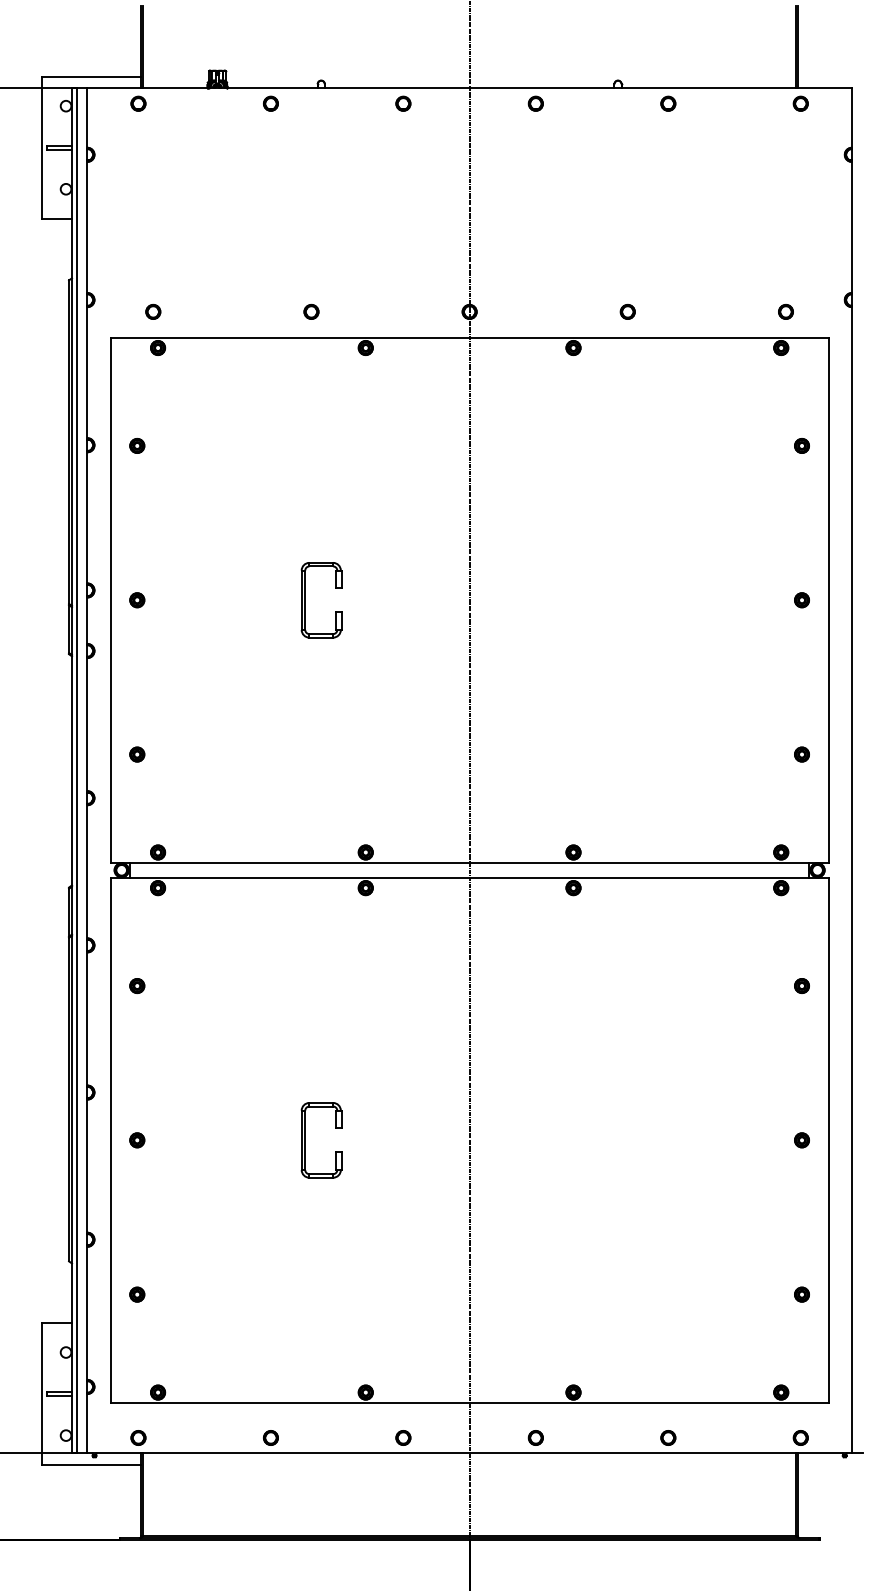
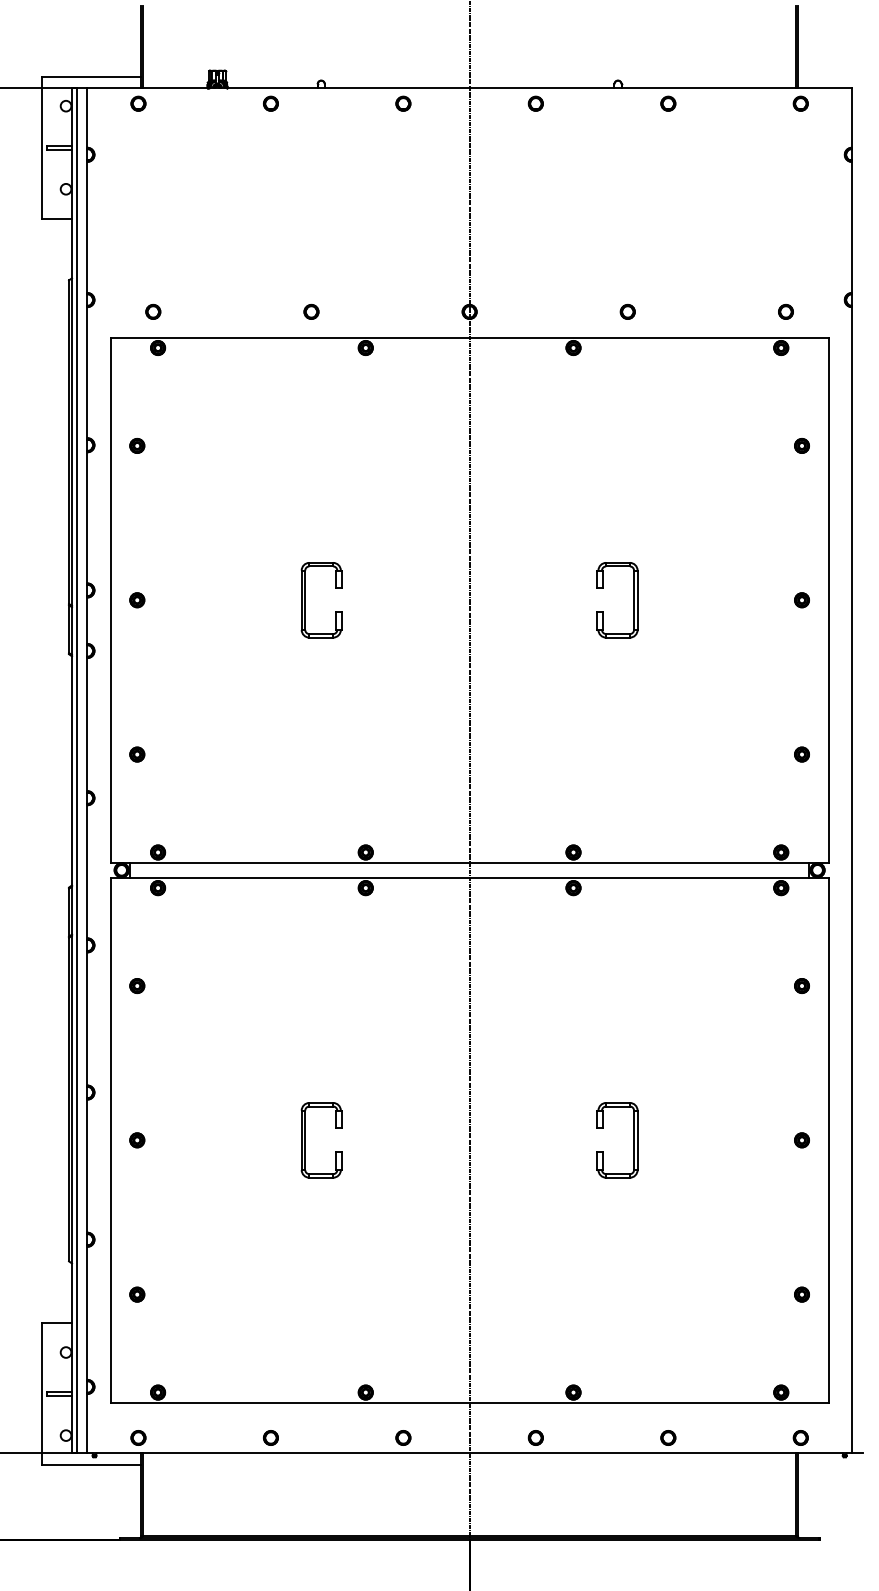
part at (633, 600): none -> present
part at (633, 1140): none -> present
